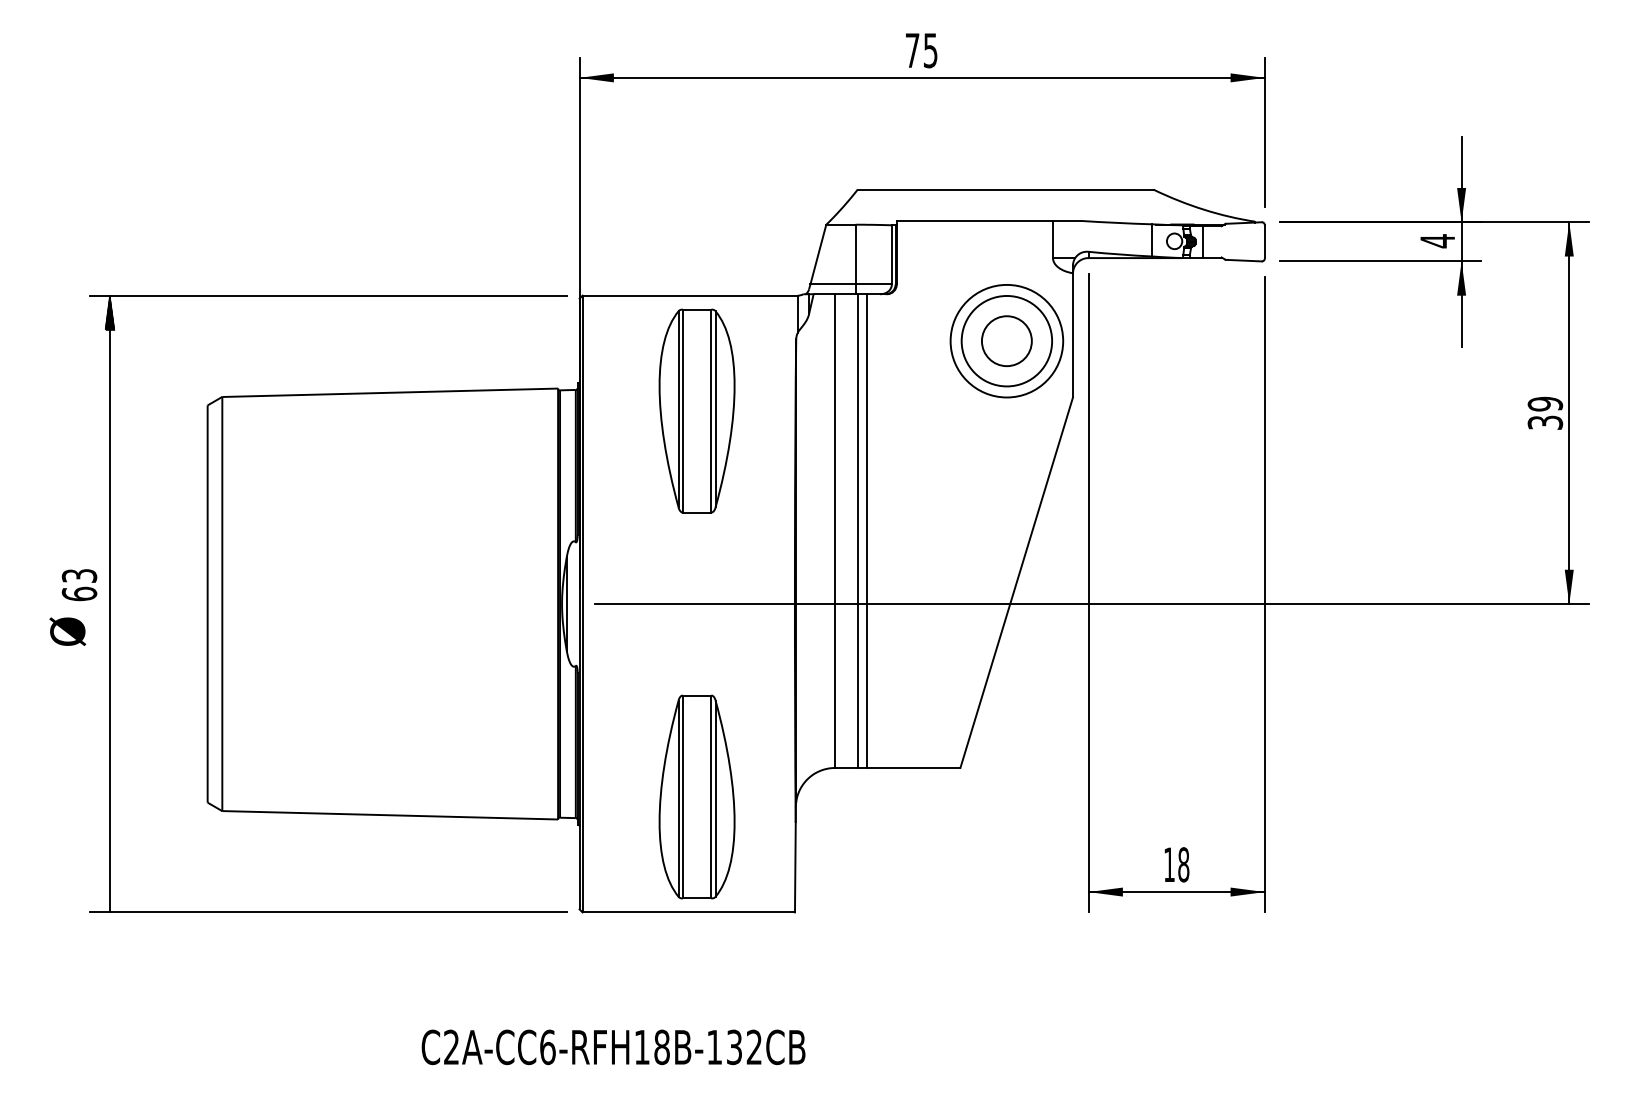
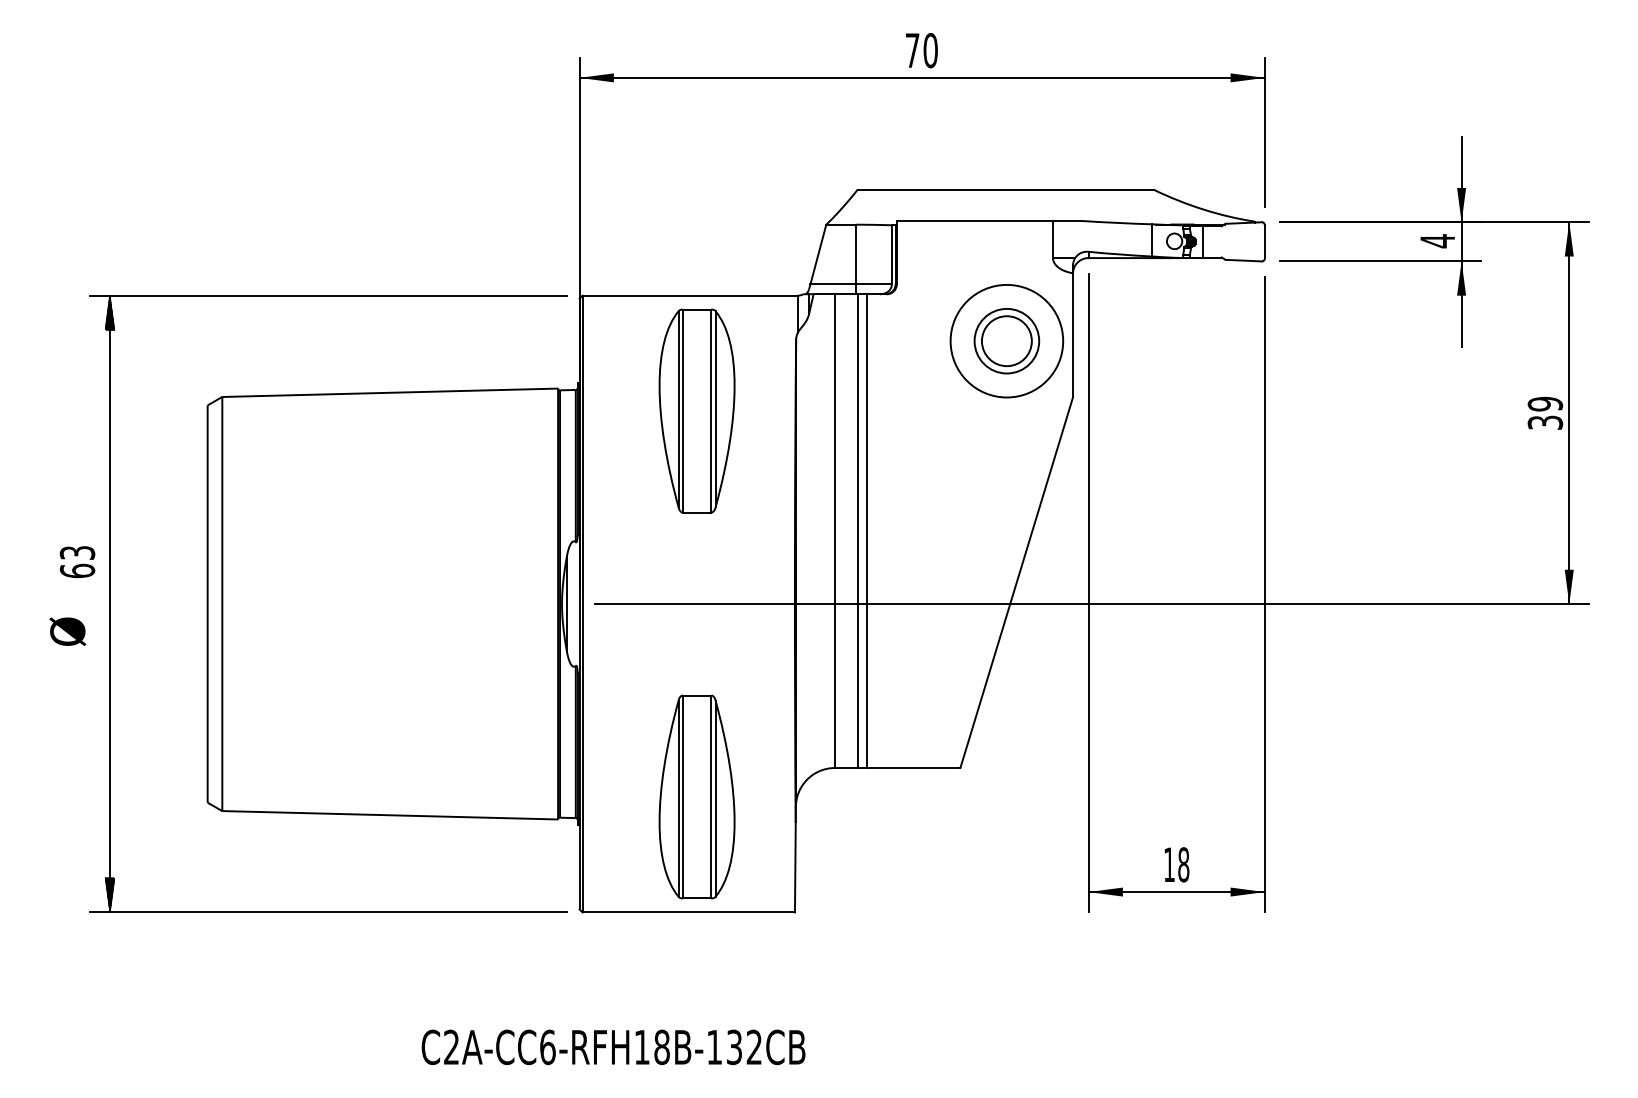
text at (930, 50): 75 -> 70
circle at (1006, 340) diameter: 90 px -> 65 px
text at (79, 585) position: (79, 585) -> (77, 562)
hatch at (109, 895): none -> present
